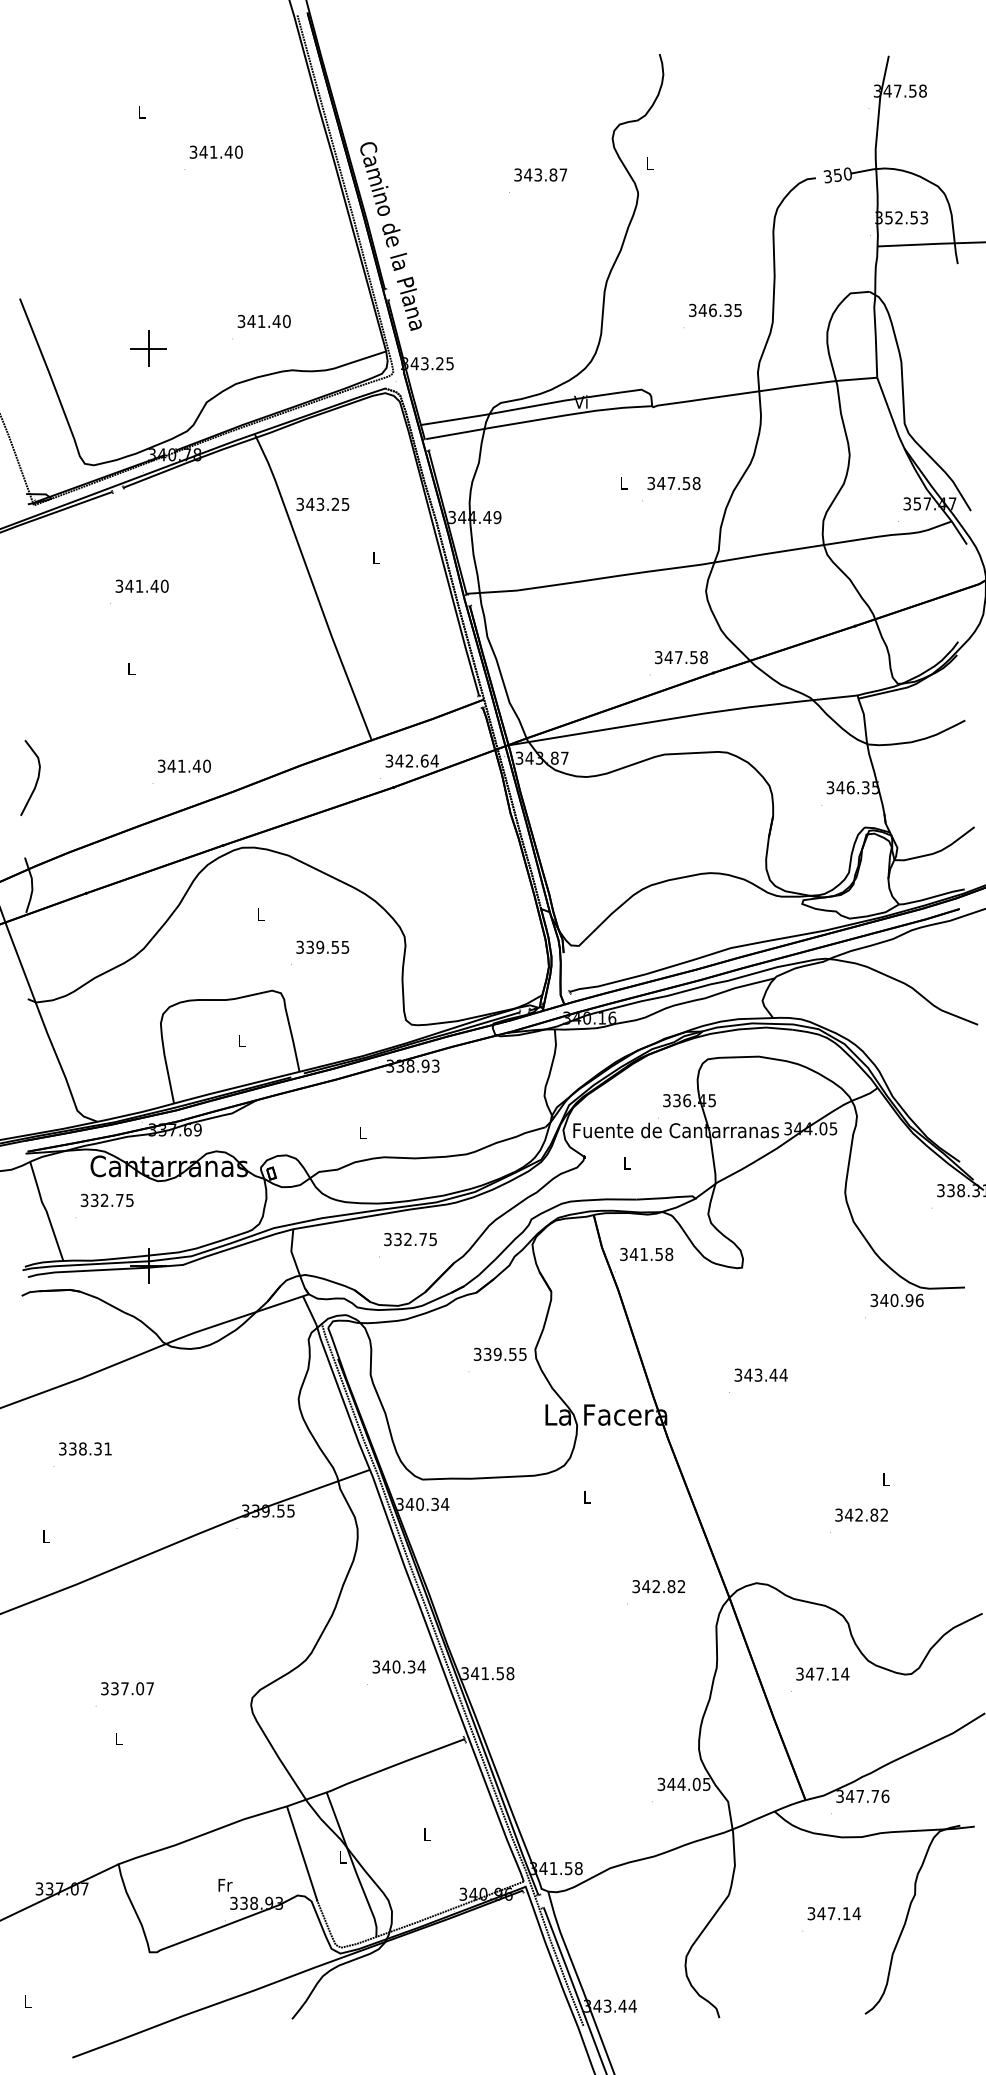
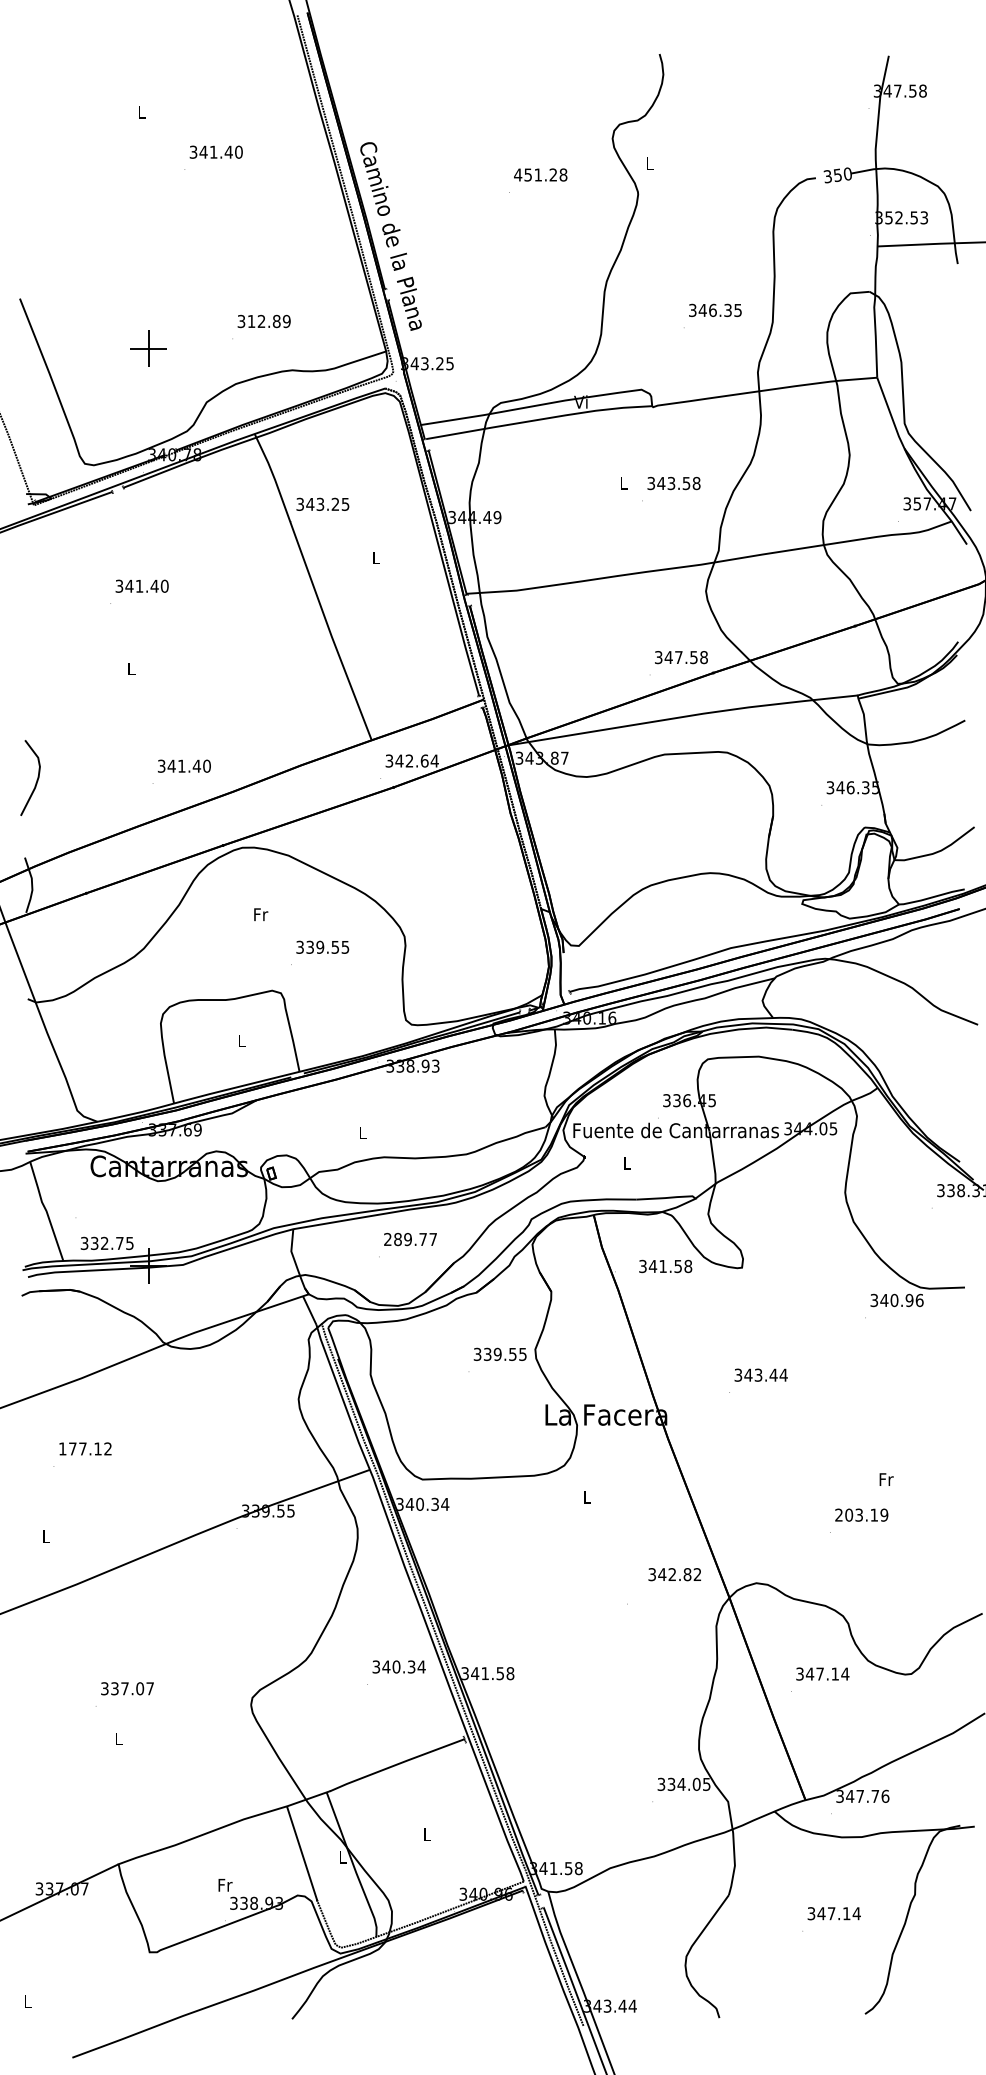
text at (540, 174): 343.87 -> 451.28
text at (268, 321): 341.40 -> 312.89
text at (671, 483): 347.58 -> 343.58
text at (261, 914): L -> Fr
text at (106, 1199) position: (106, 1199) -> (106, 1242)
text at (410, 1239): 332.75 -> 289.77
text at (646, 1254) position: (646, 1254) -> (665, 1266)
text at (85, 1448): 338.31 -> 177.12
text at (886, 1479): L -> Fr
text at (861, 1514): 342.82 -> 203.19
text at (658, 1586) position: (658, 1586) -> (674, 1574)
text at (671, 1783): 344.05 -> 334.05
